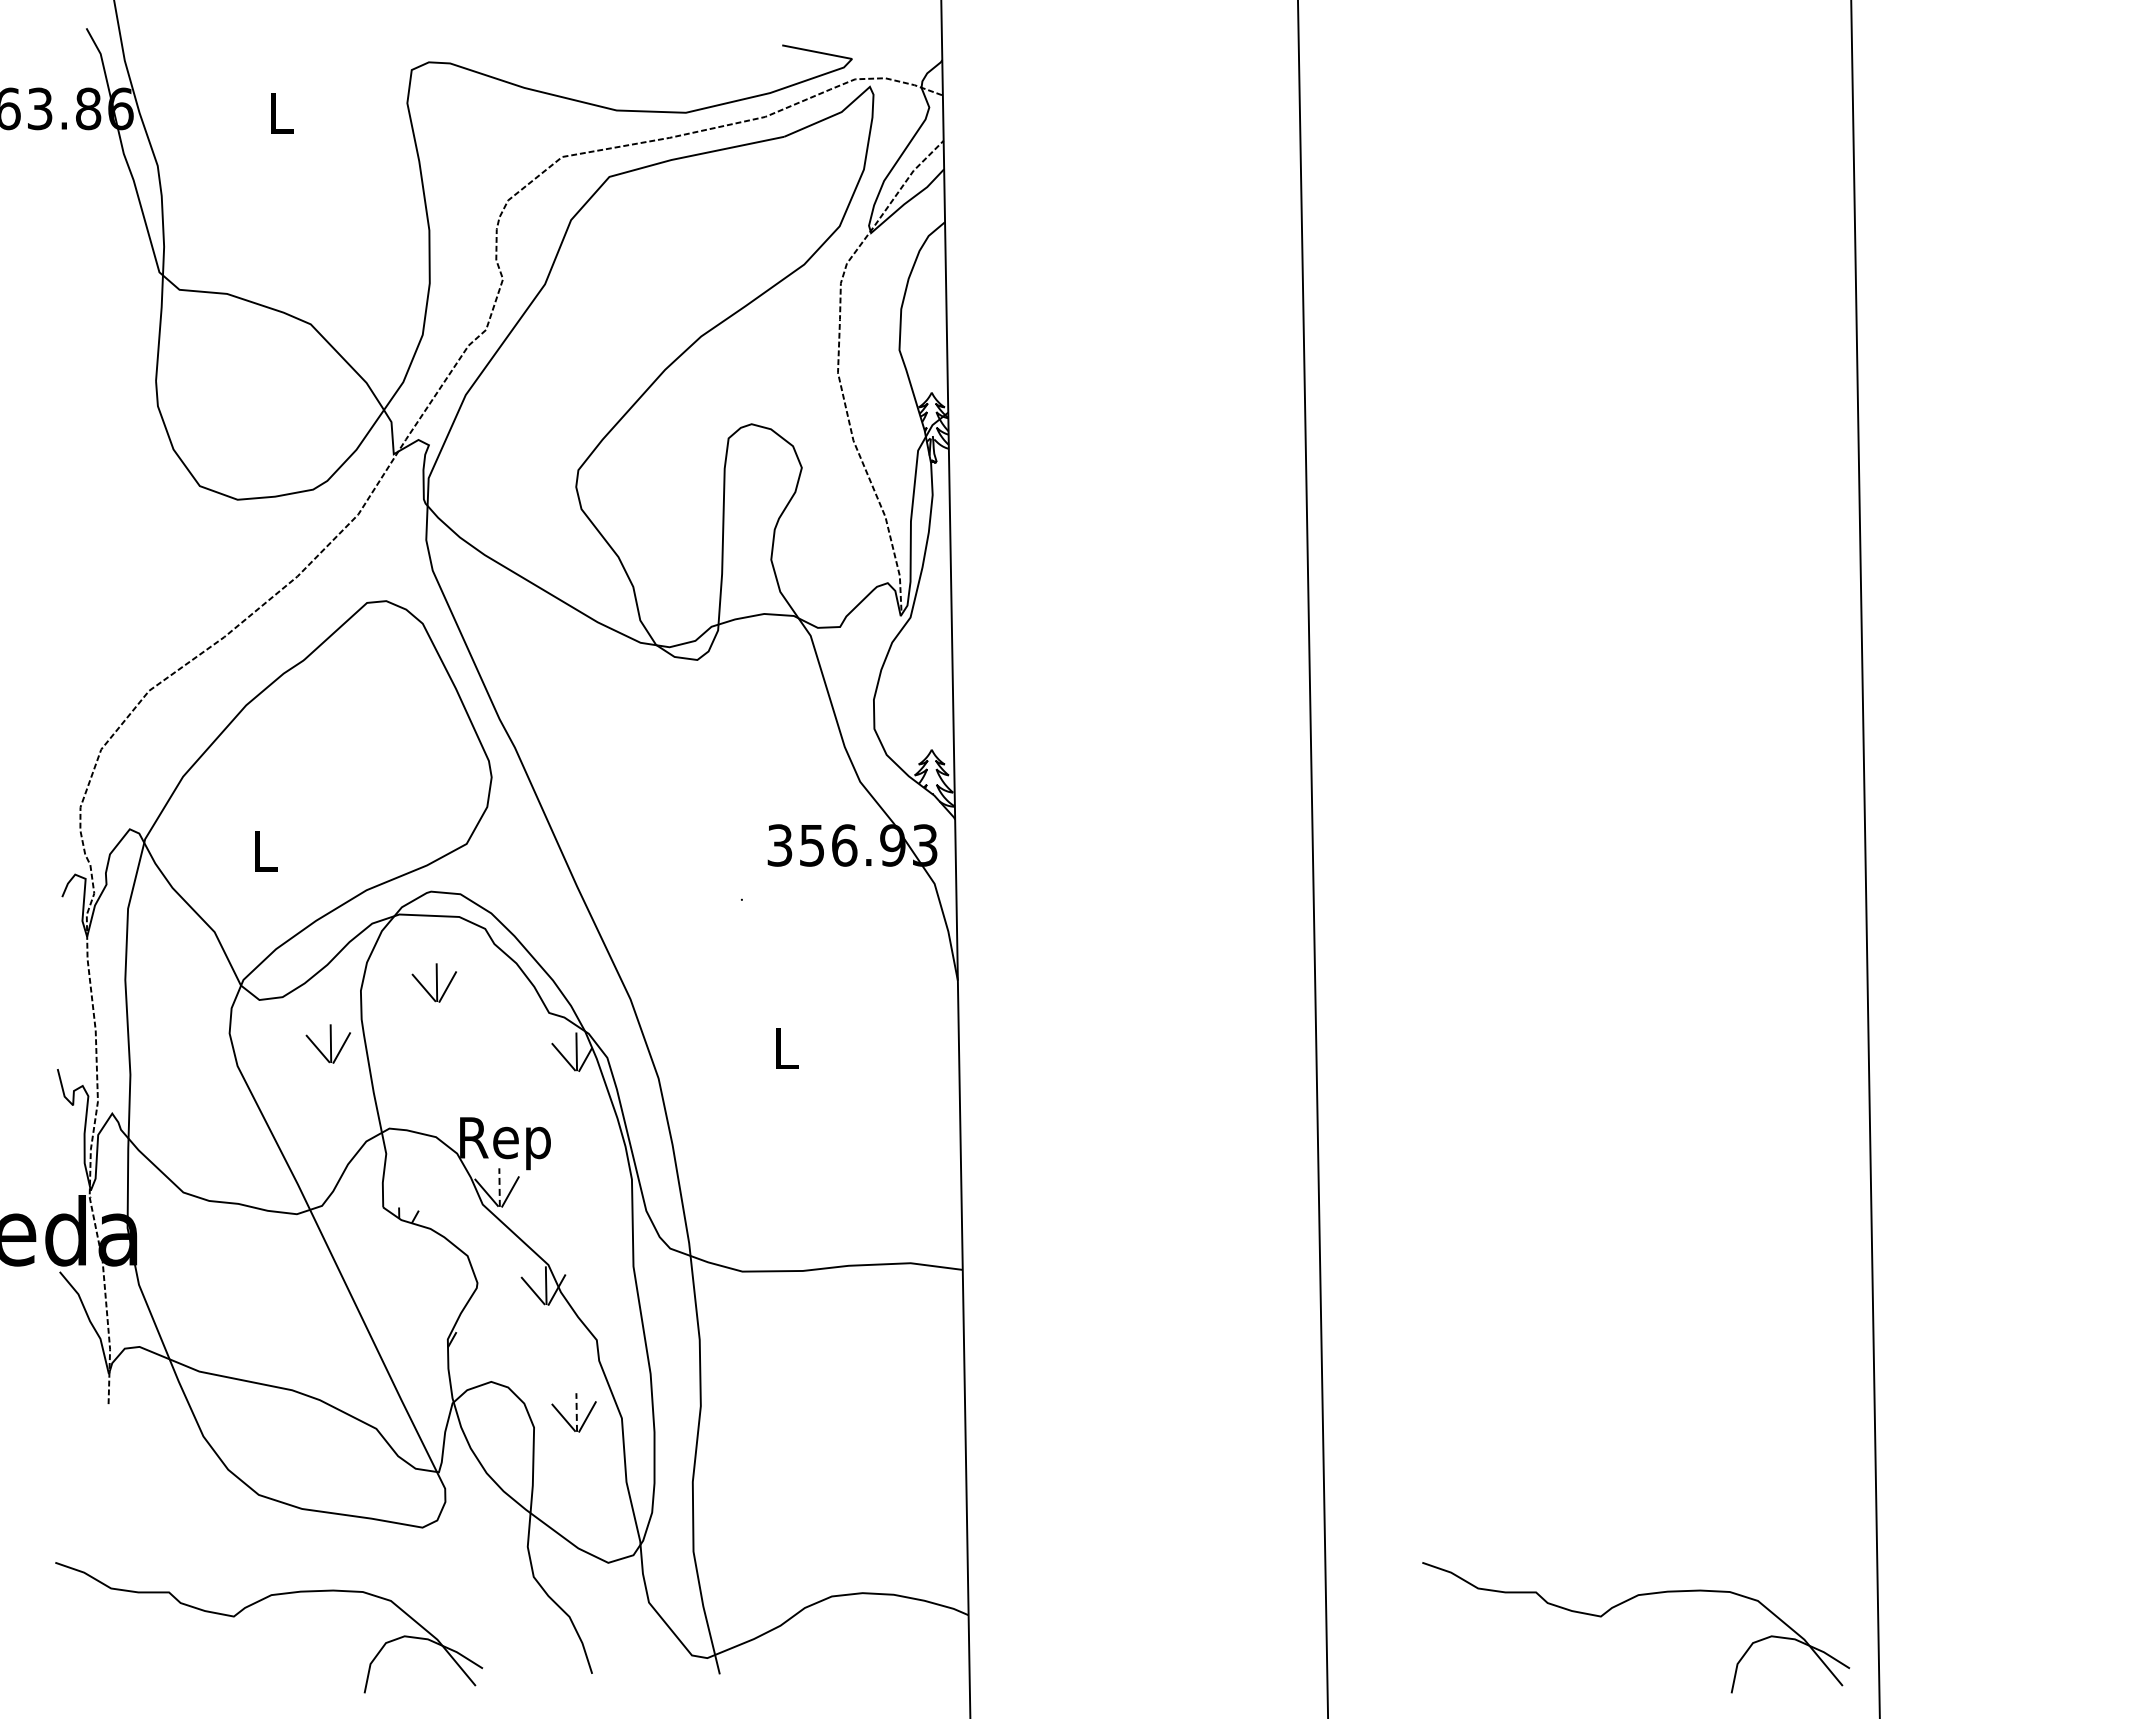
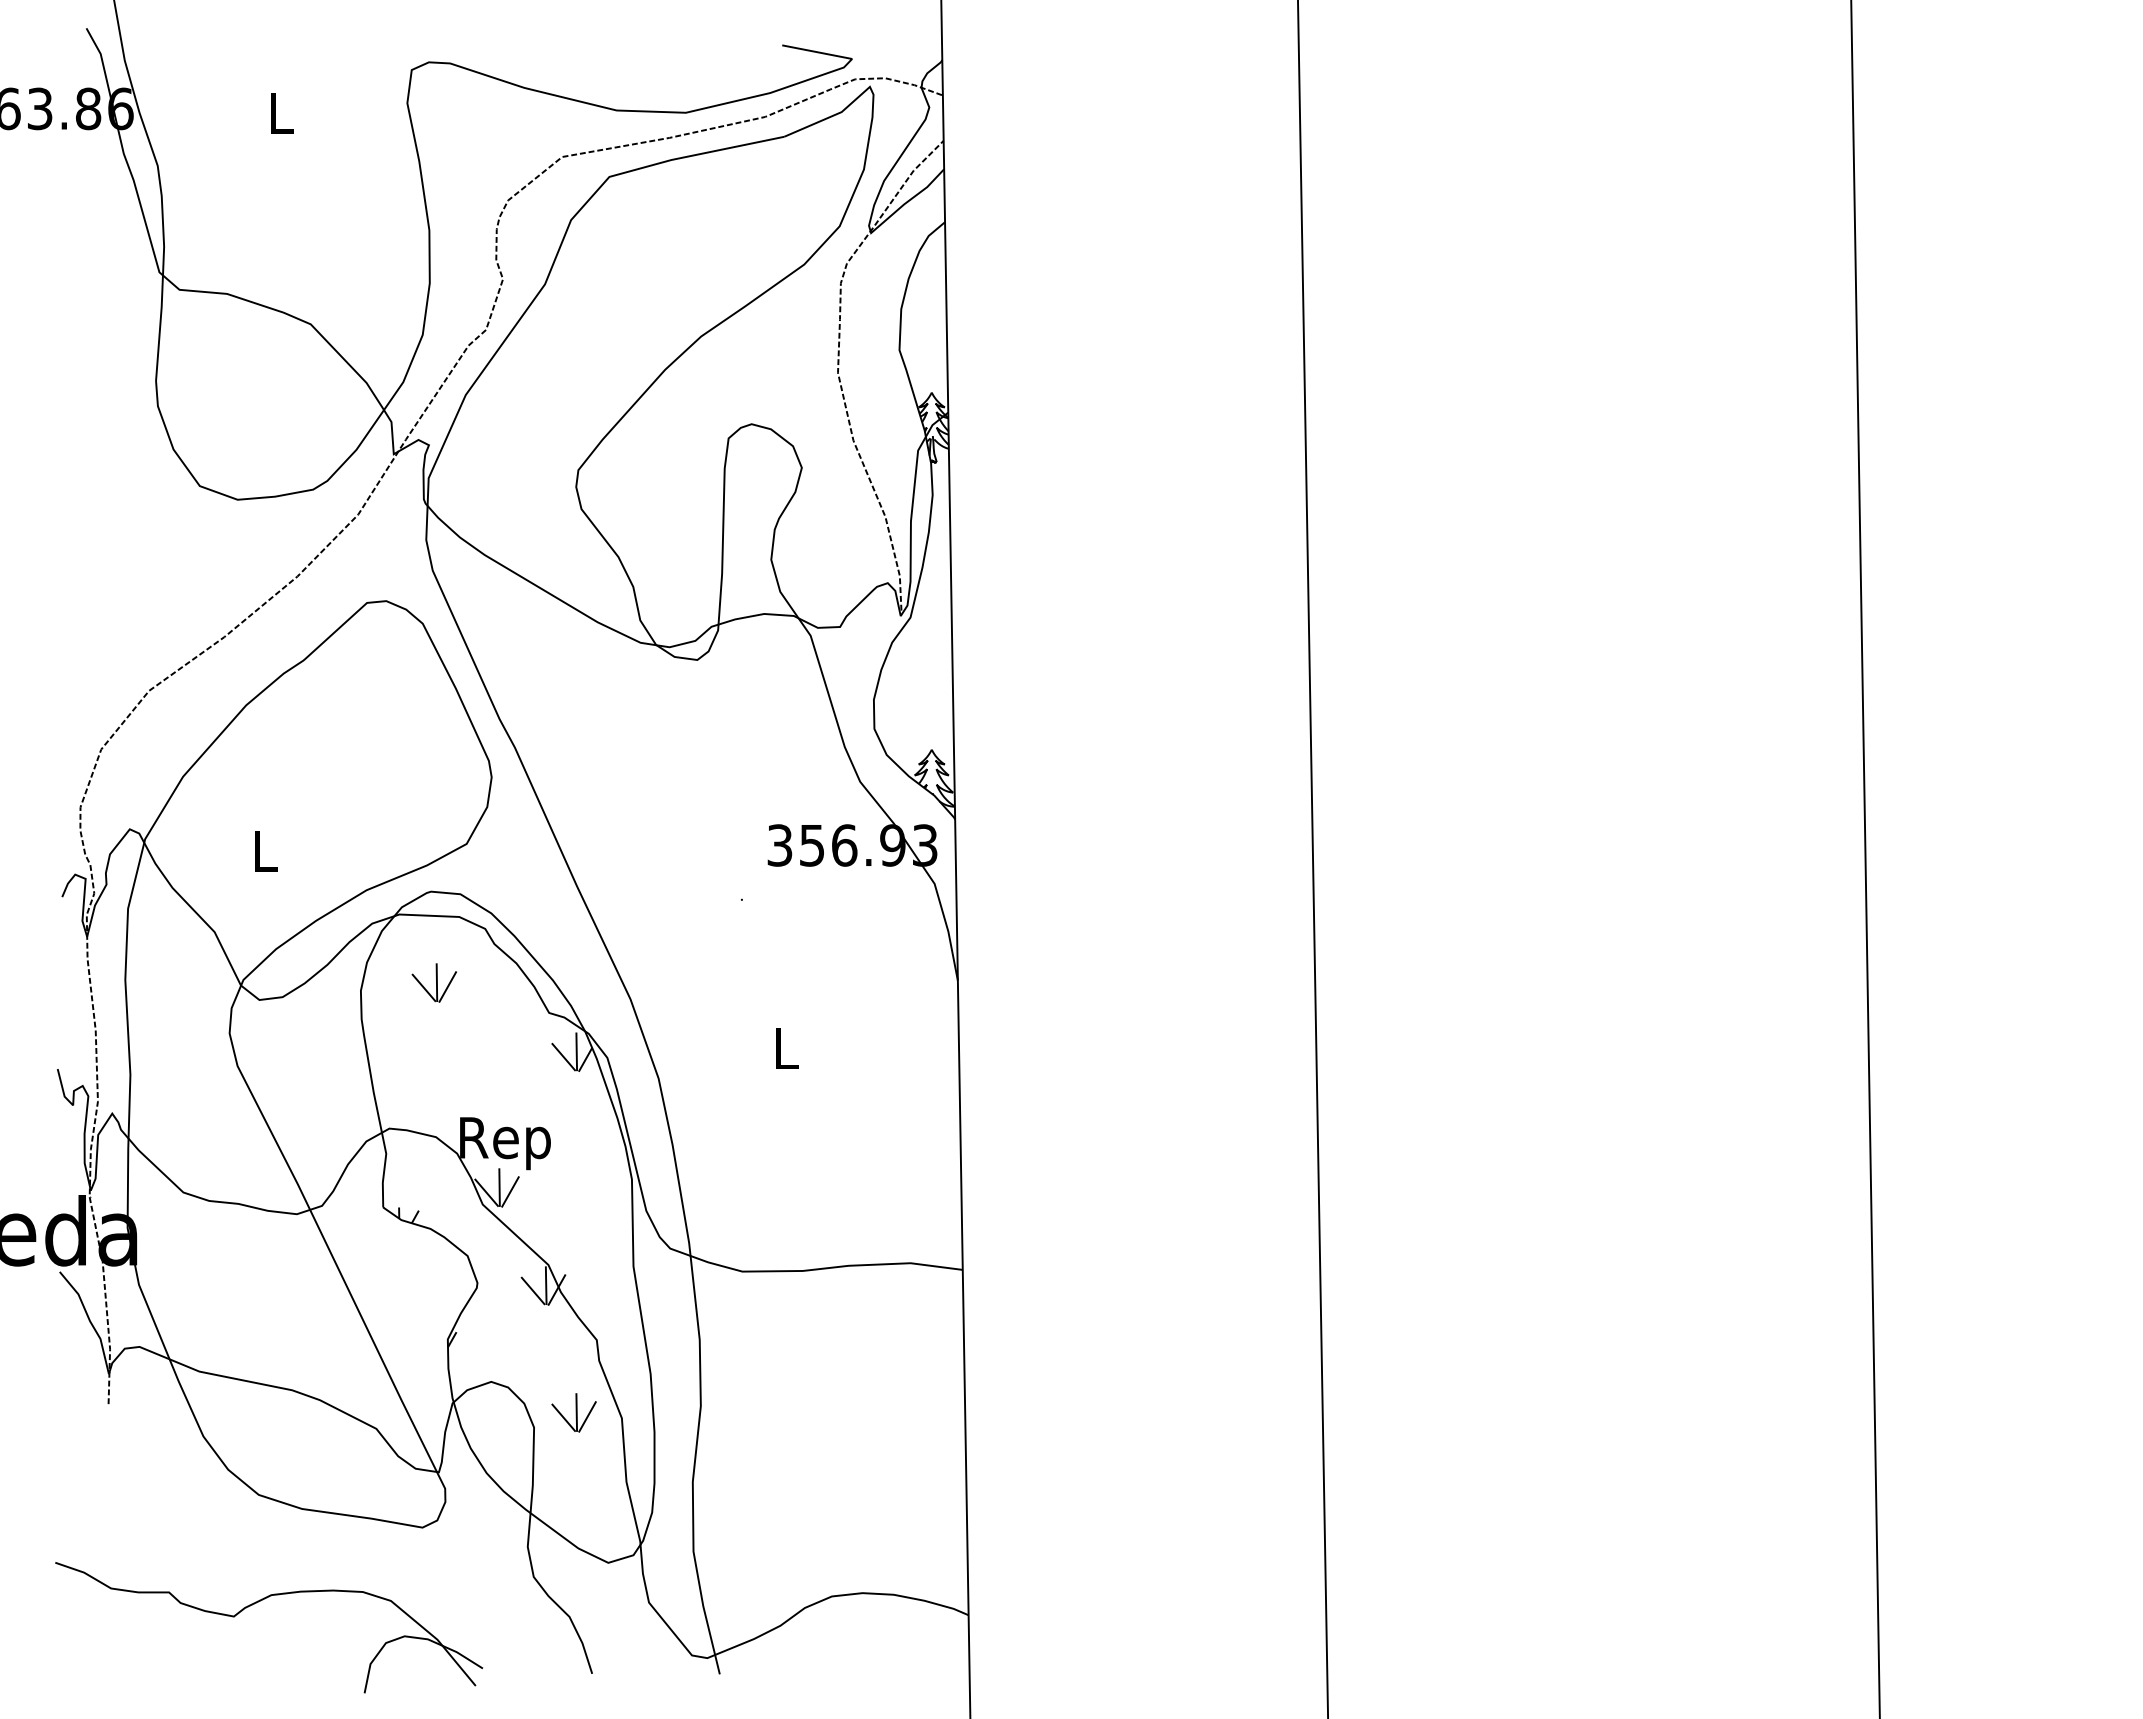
part at (327, 1043): present -> none
line at (499, 1187): dashed -> solid
line at (576, 1412): dashed -> solid
part at (1623, 1603): present -> none
